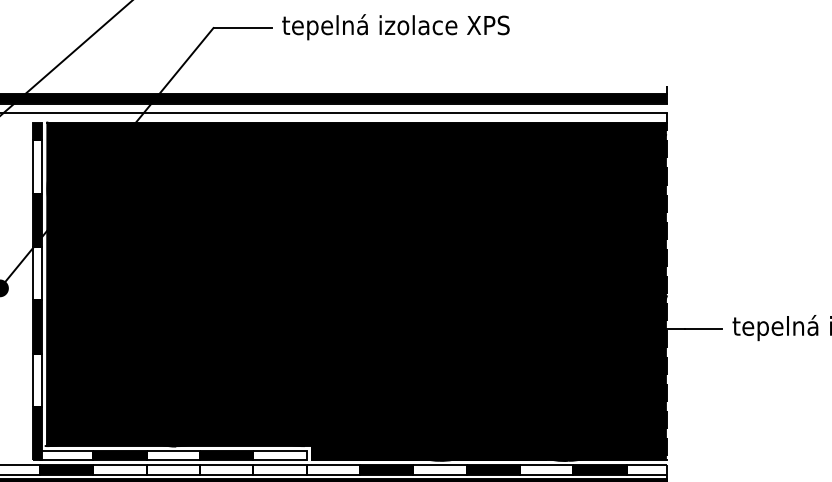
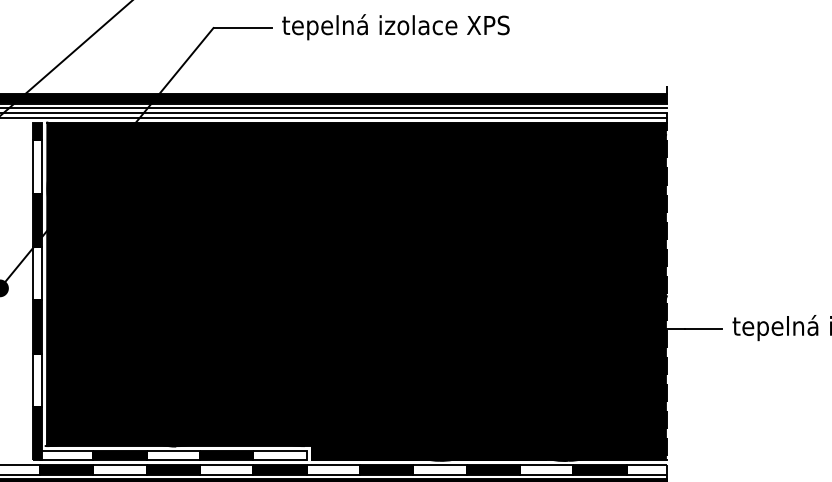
line at (334, 108): none -> present
line at (334, 117): none -> present
fill at (172, 469): none -> present
fill at (279, 469): none -> present
